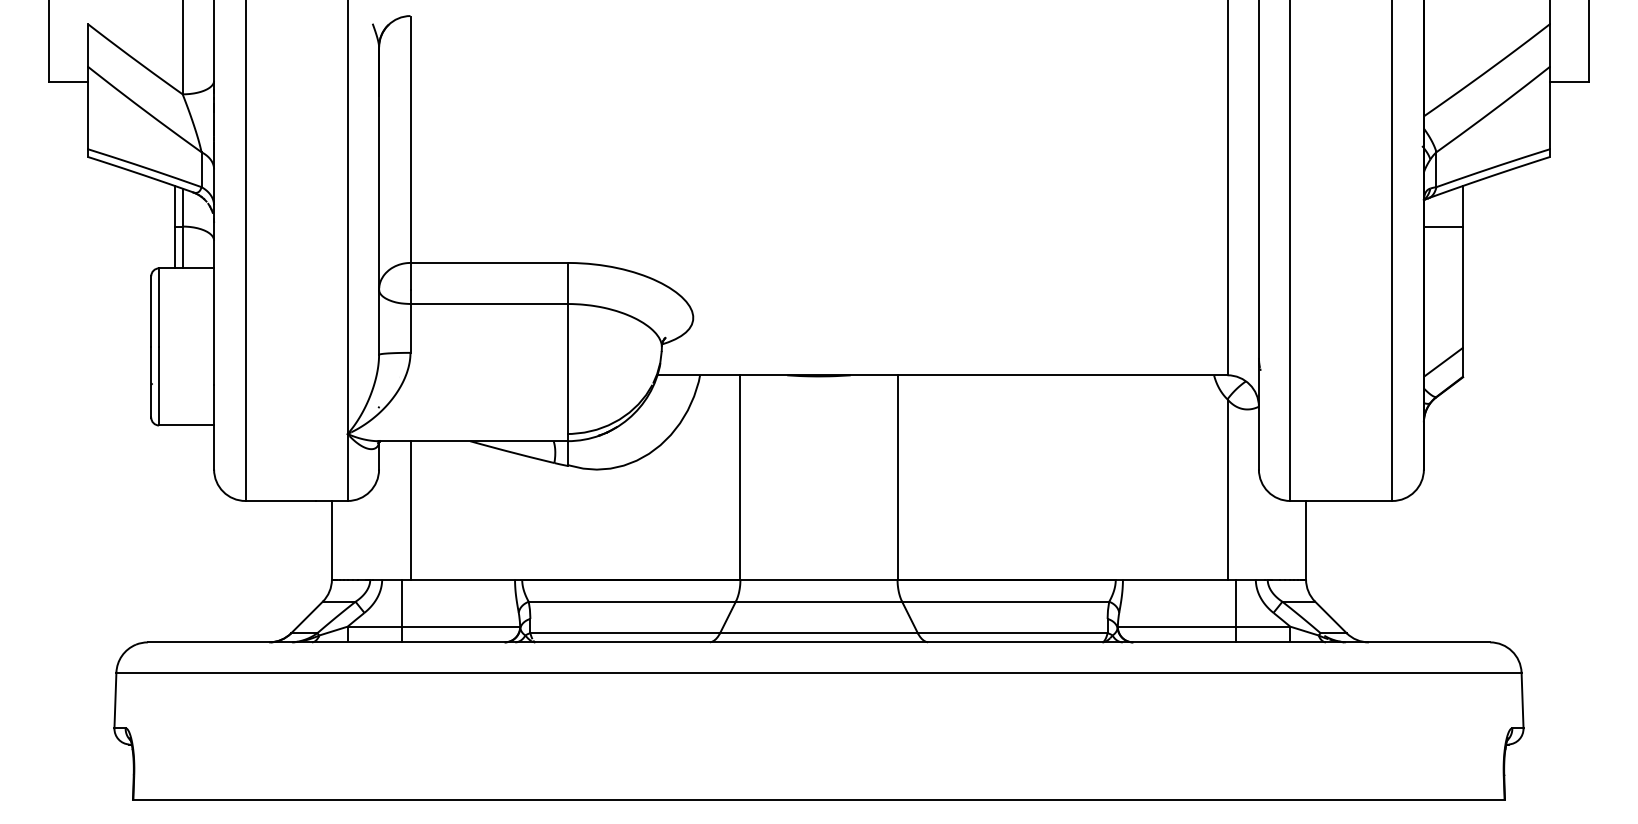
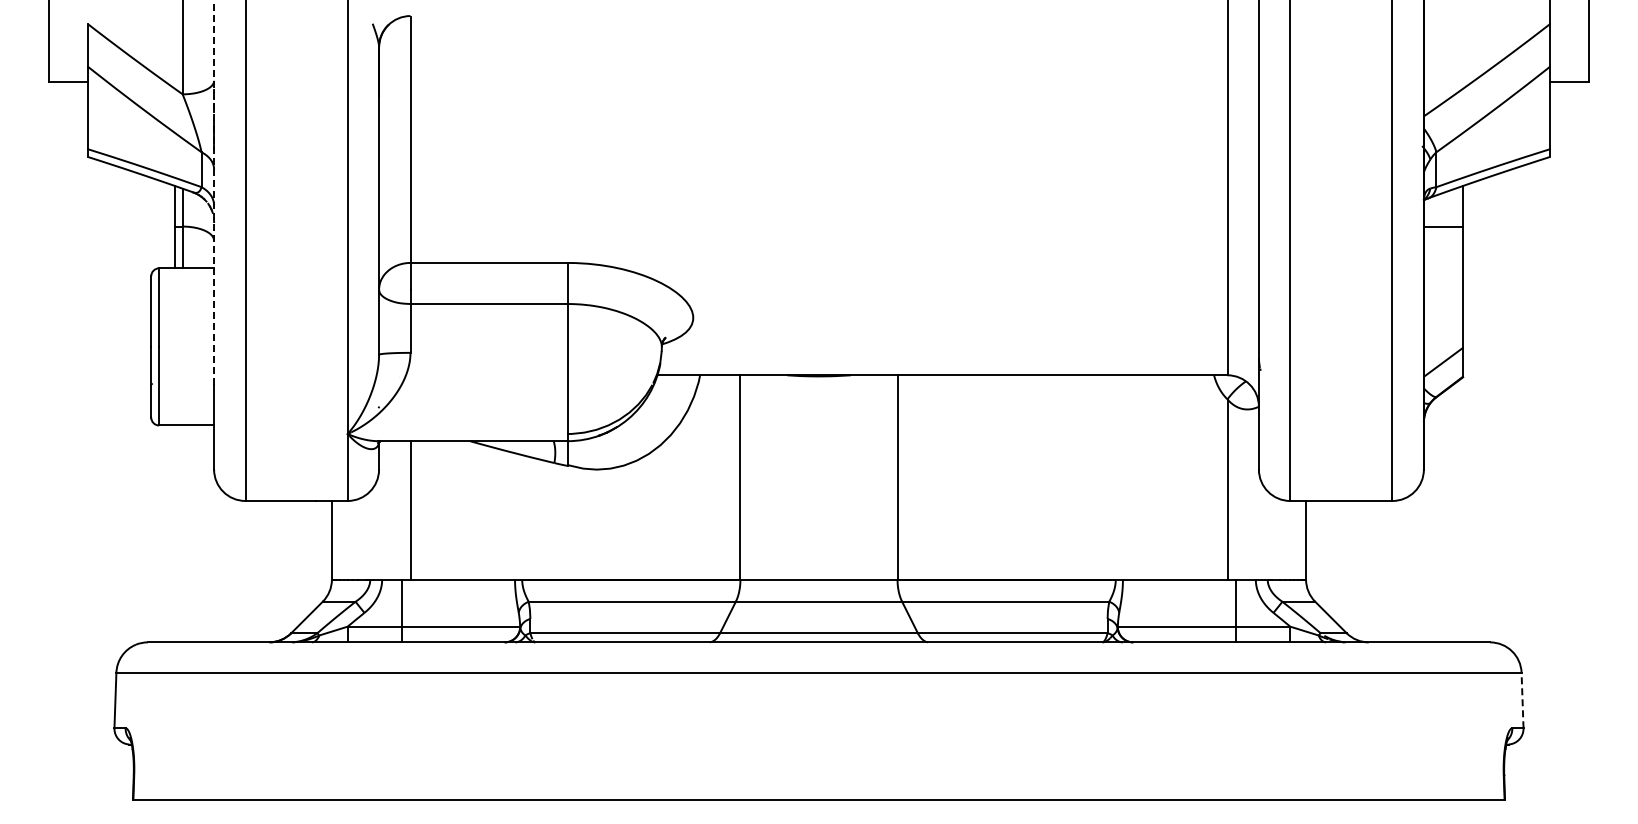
line at (214, 192): solid -> dashed
line at (1522, 700): solid -> dashed
